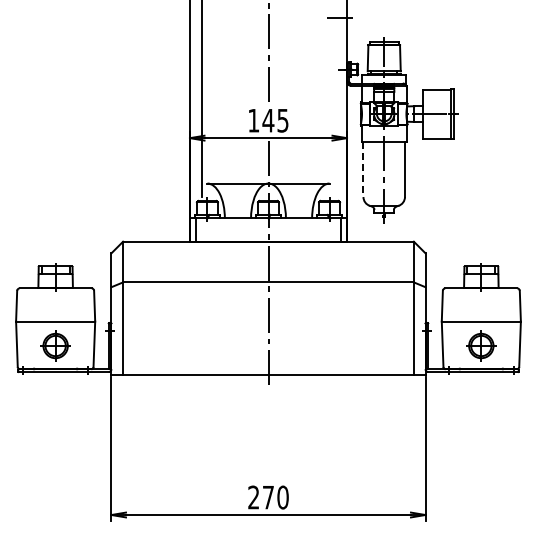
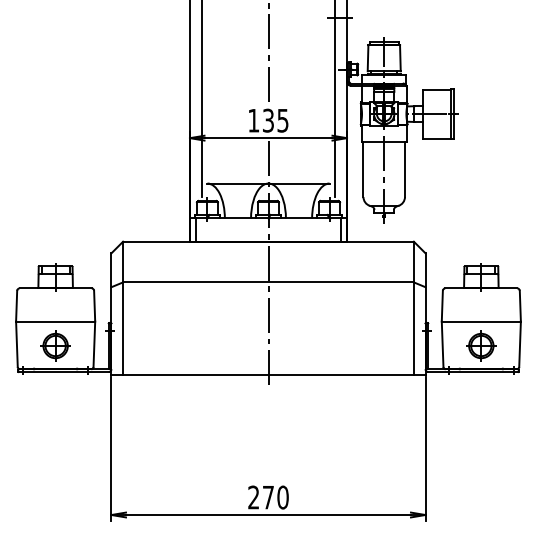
line at (335, 99): none -> present
text at (268, 120): 145 -> 135
line at (363, 170): dashed -> solid
